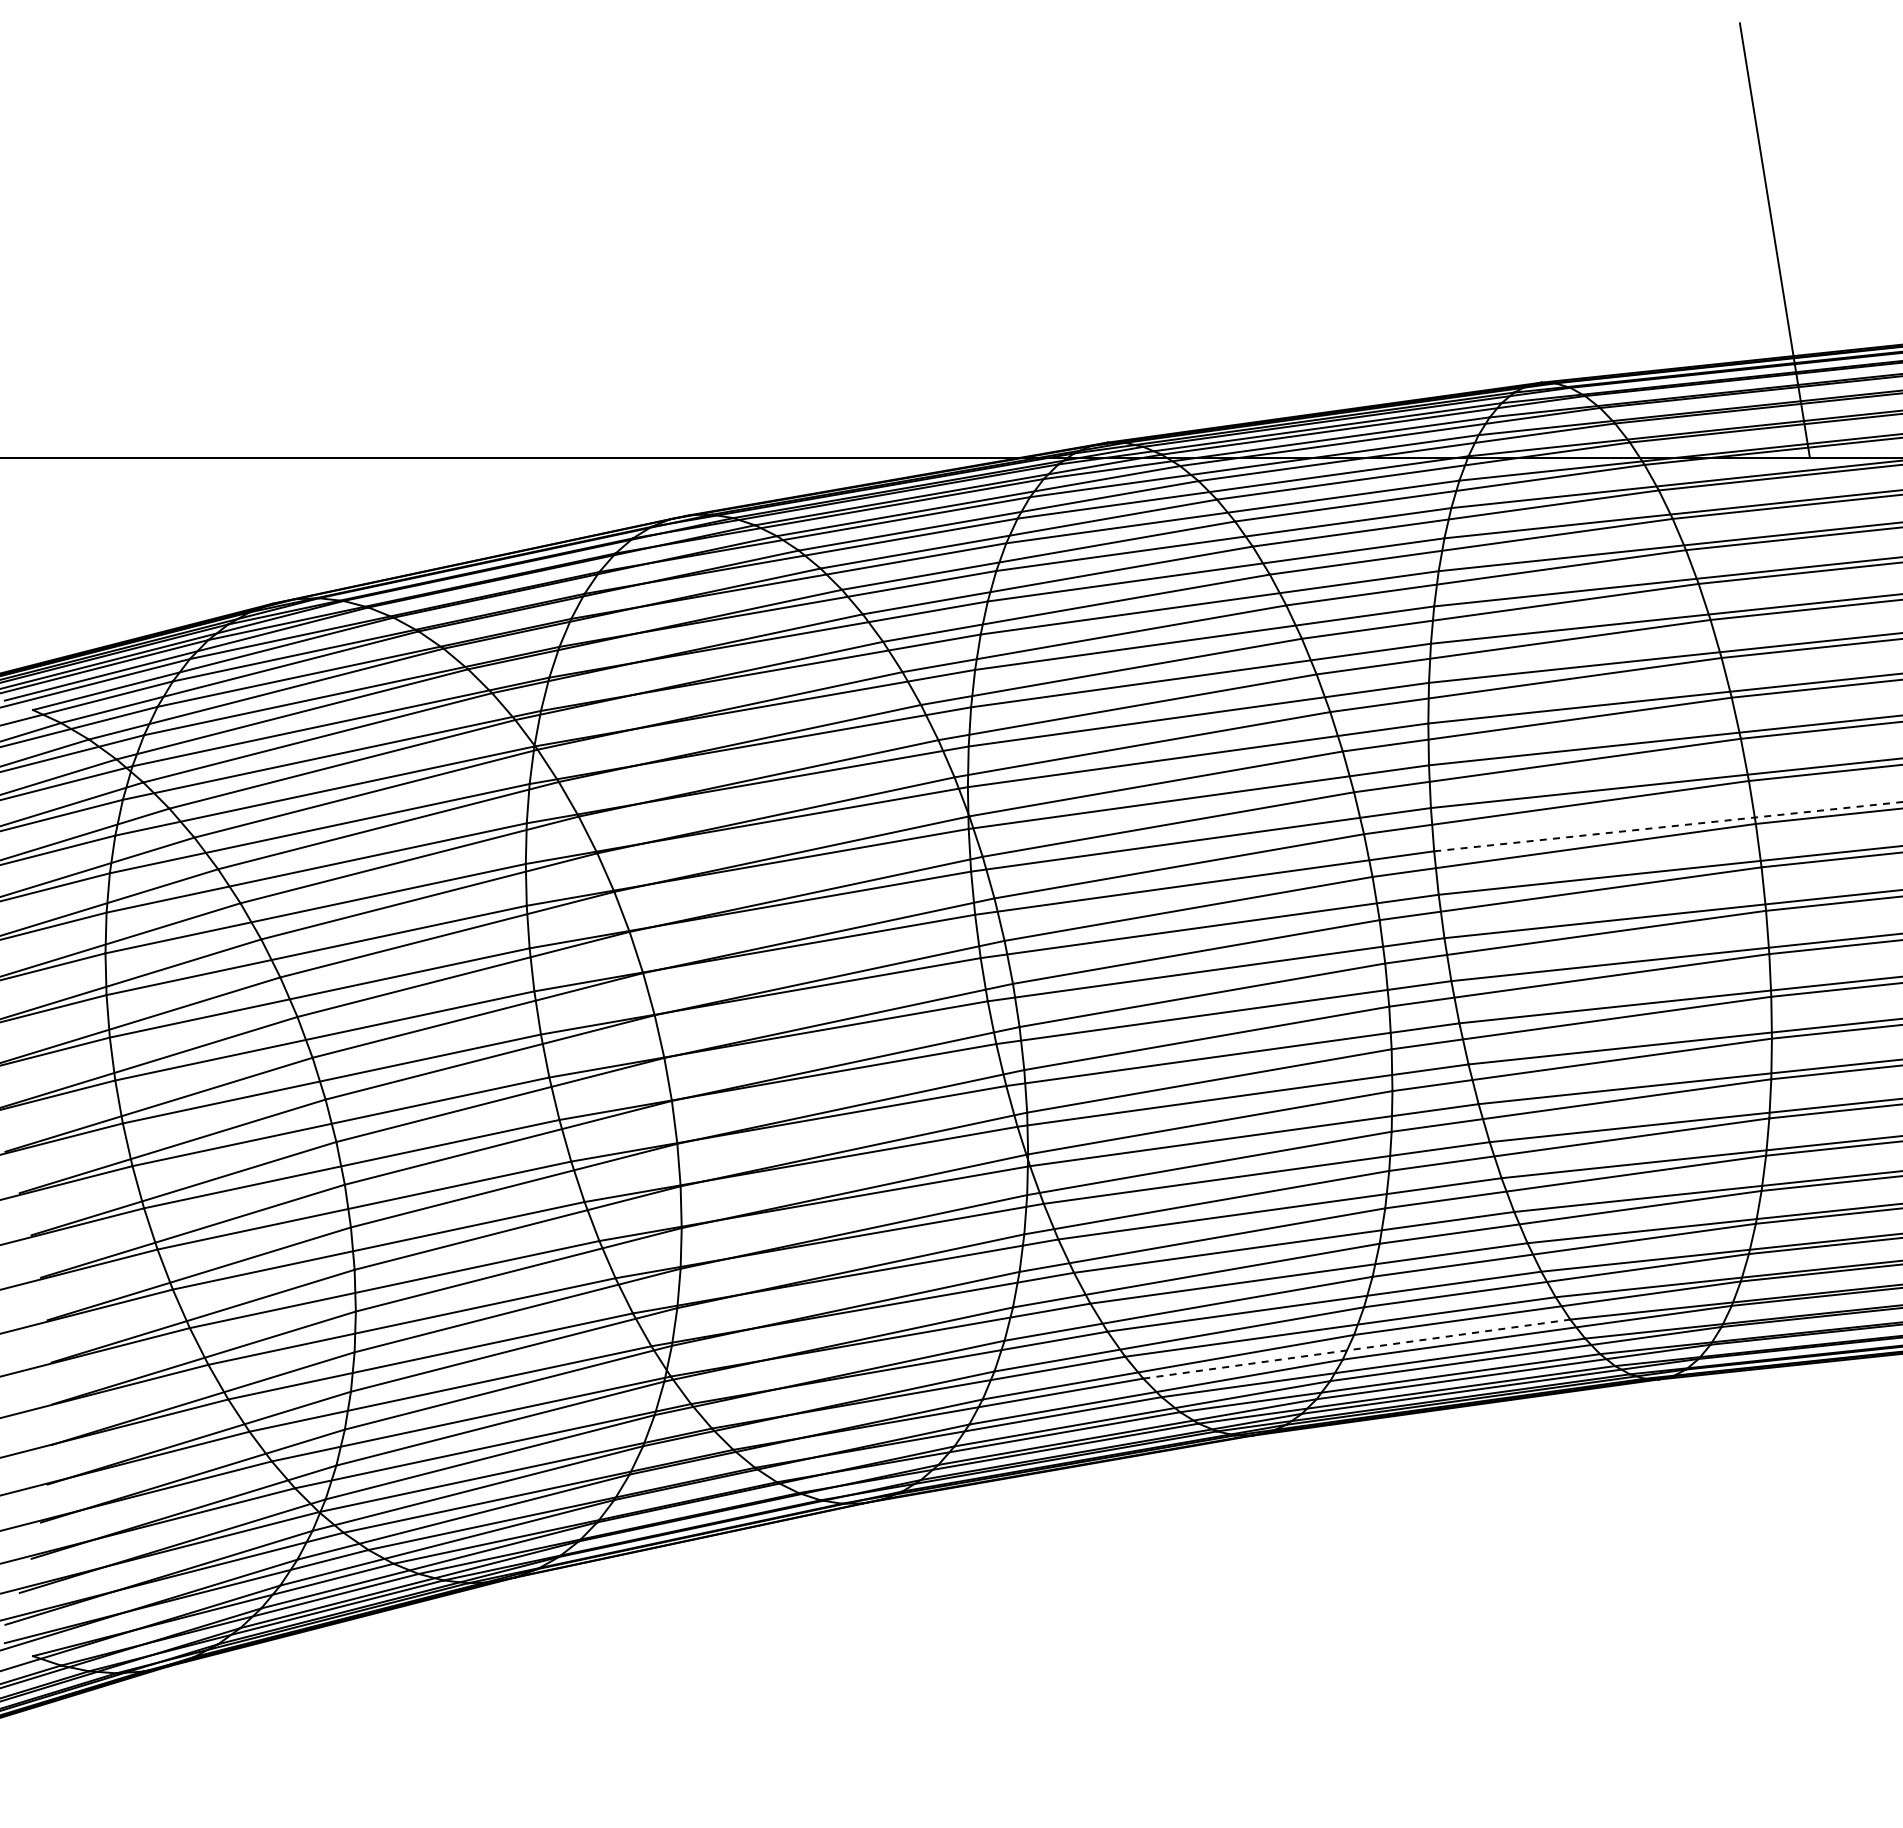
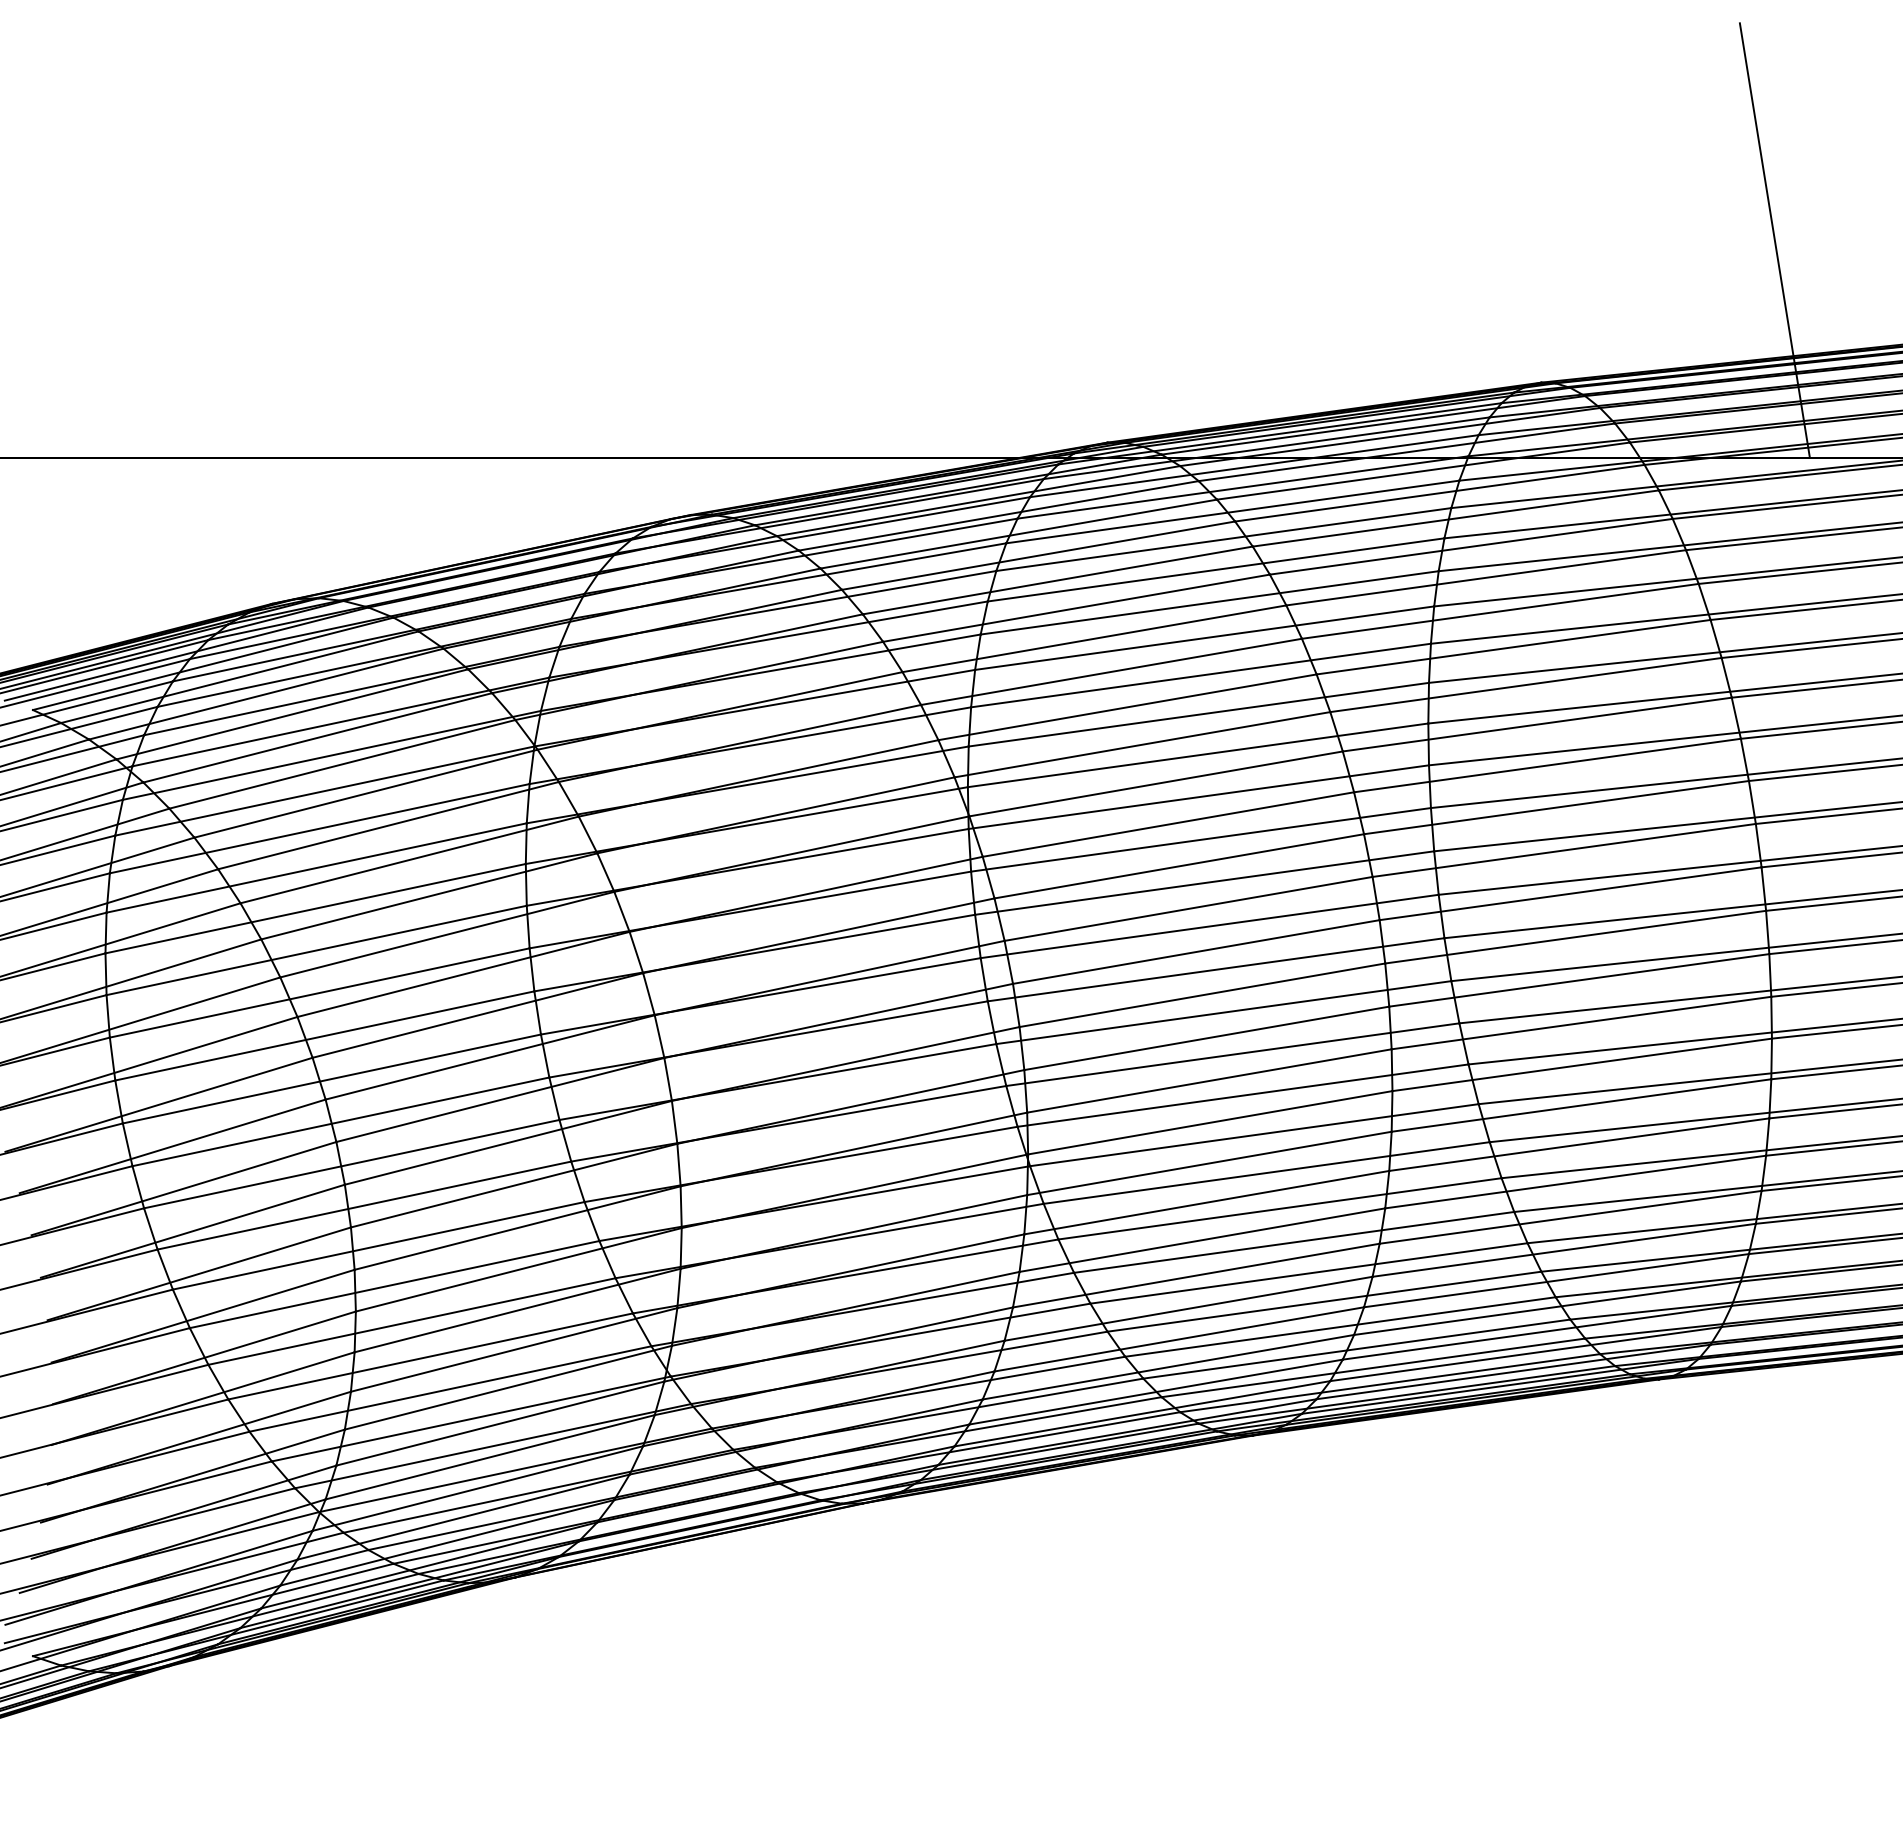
line at (1668, 826): dashed -> solid
line at (1356, 1349): dashed -> solid
